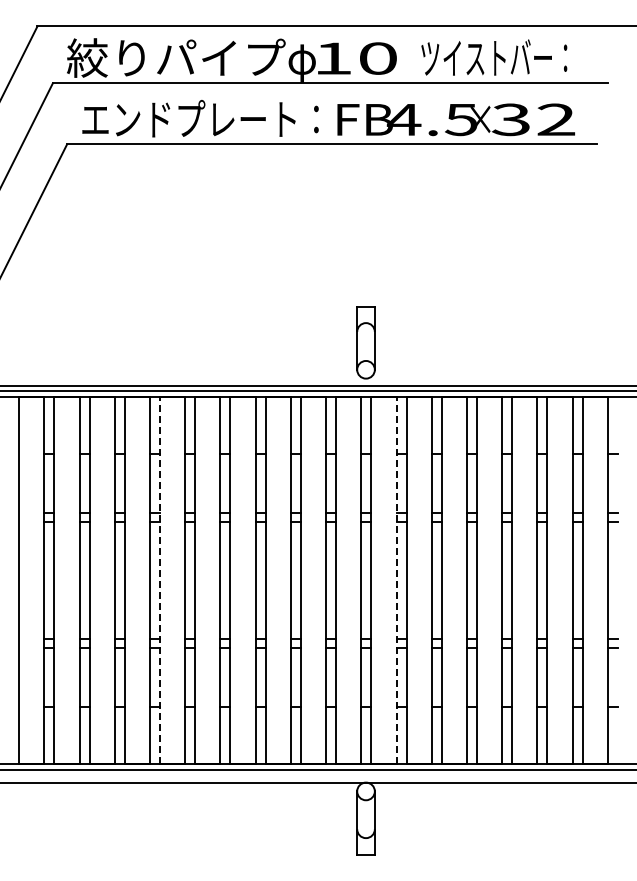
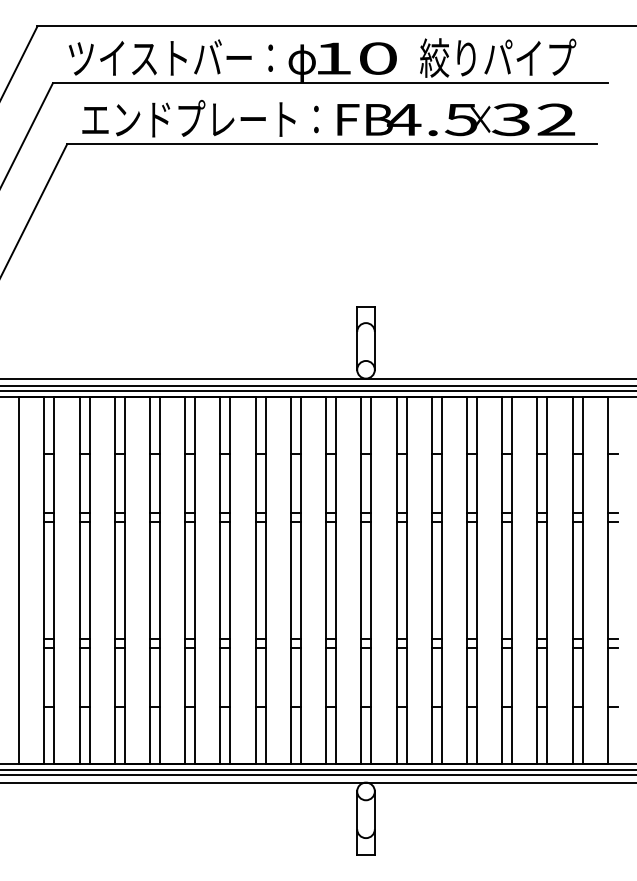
text at (176, 57): 絞りパイプ -> ツイストバー：
text at (498, 57): ツイストバー： -> 絞りパイプ
line at (317, 378): none -> present
line at (160, 580): dashed -> solid
line at (396, 580): dashed -> solid
line at (317, 775): none -> present
